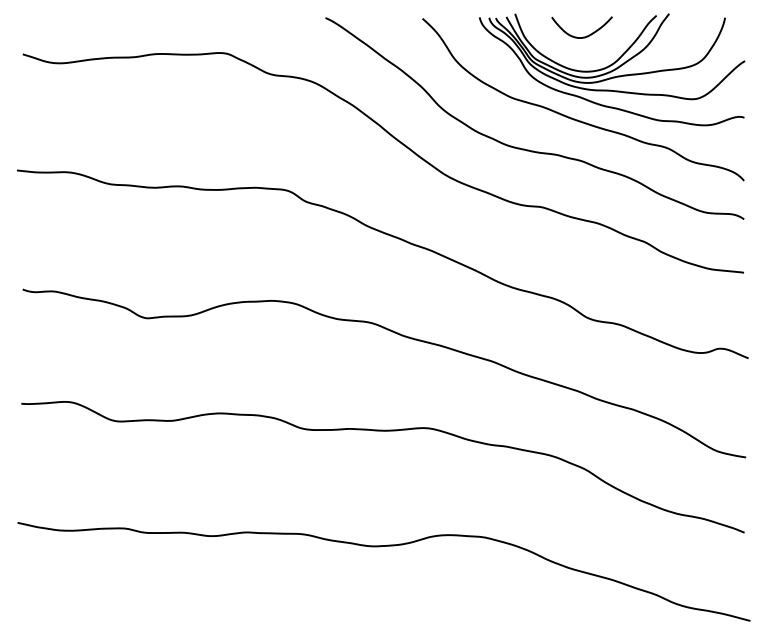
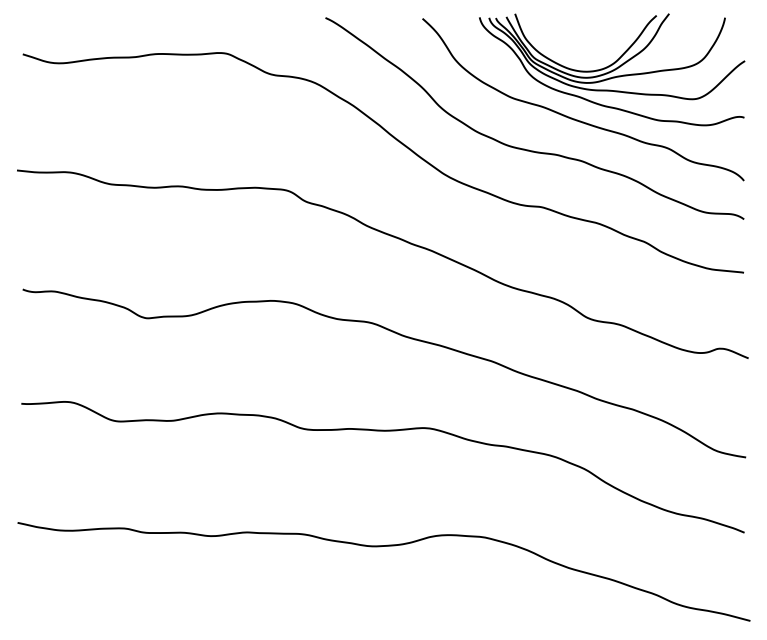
curve at (583, 36): present -> none
